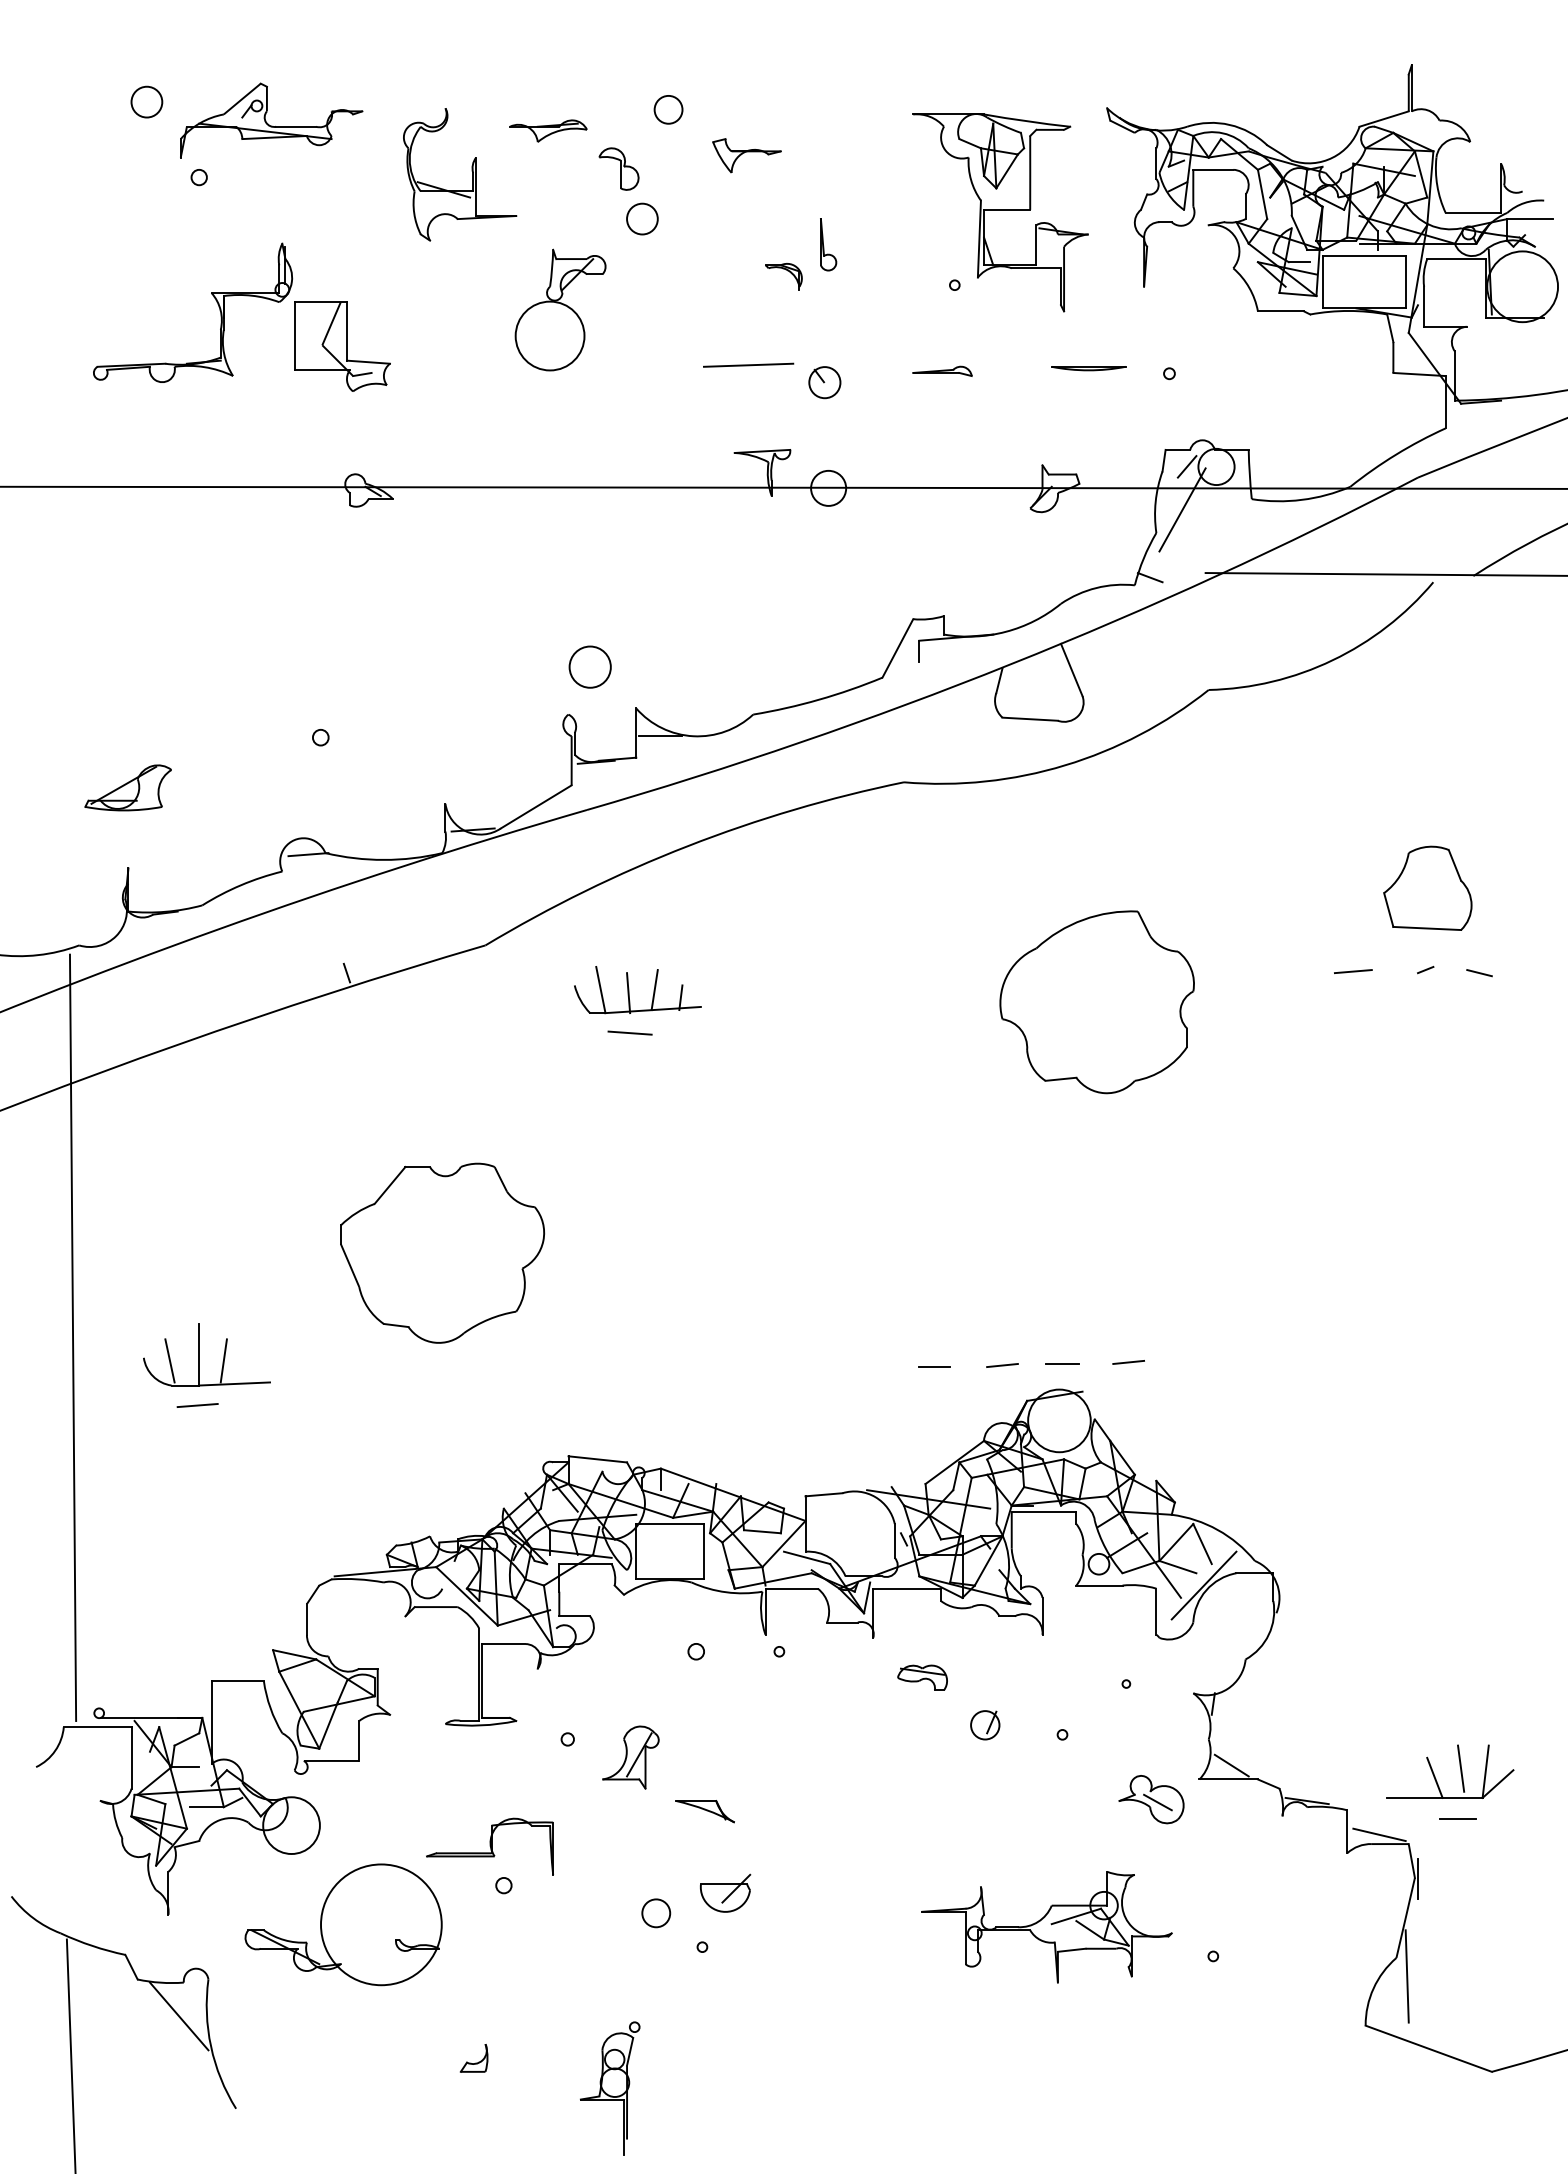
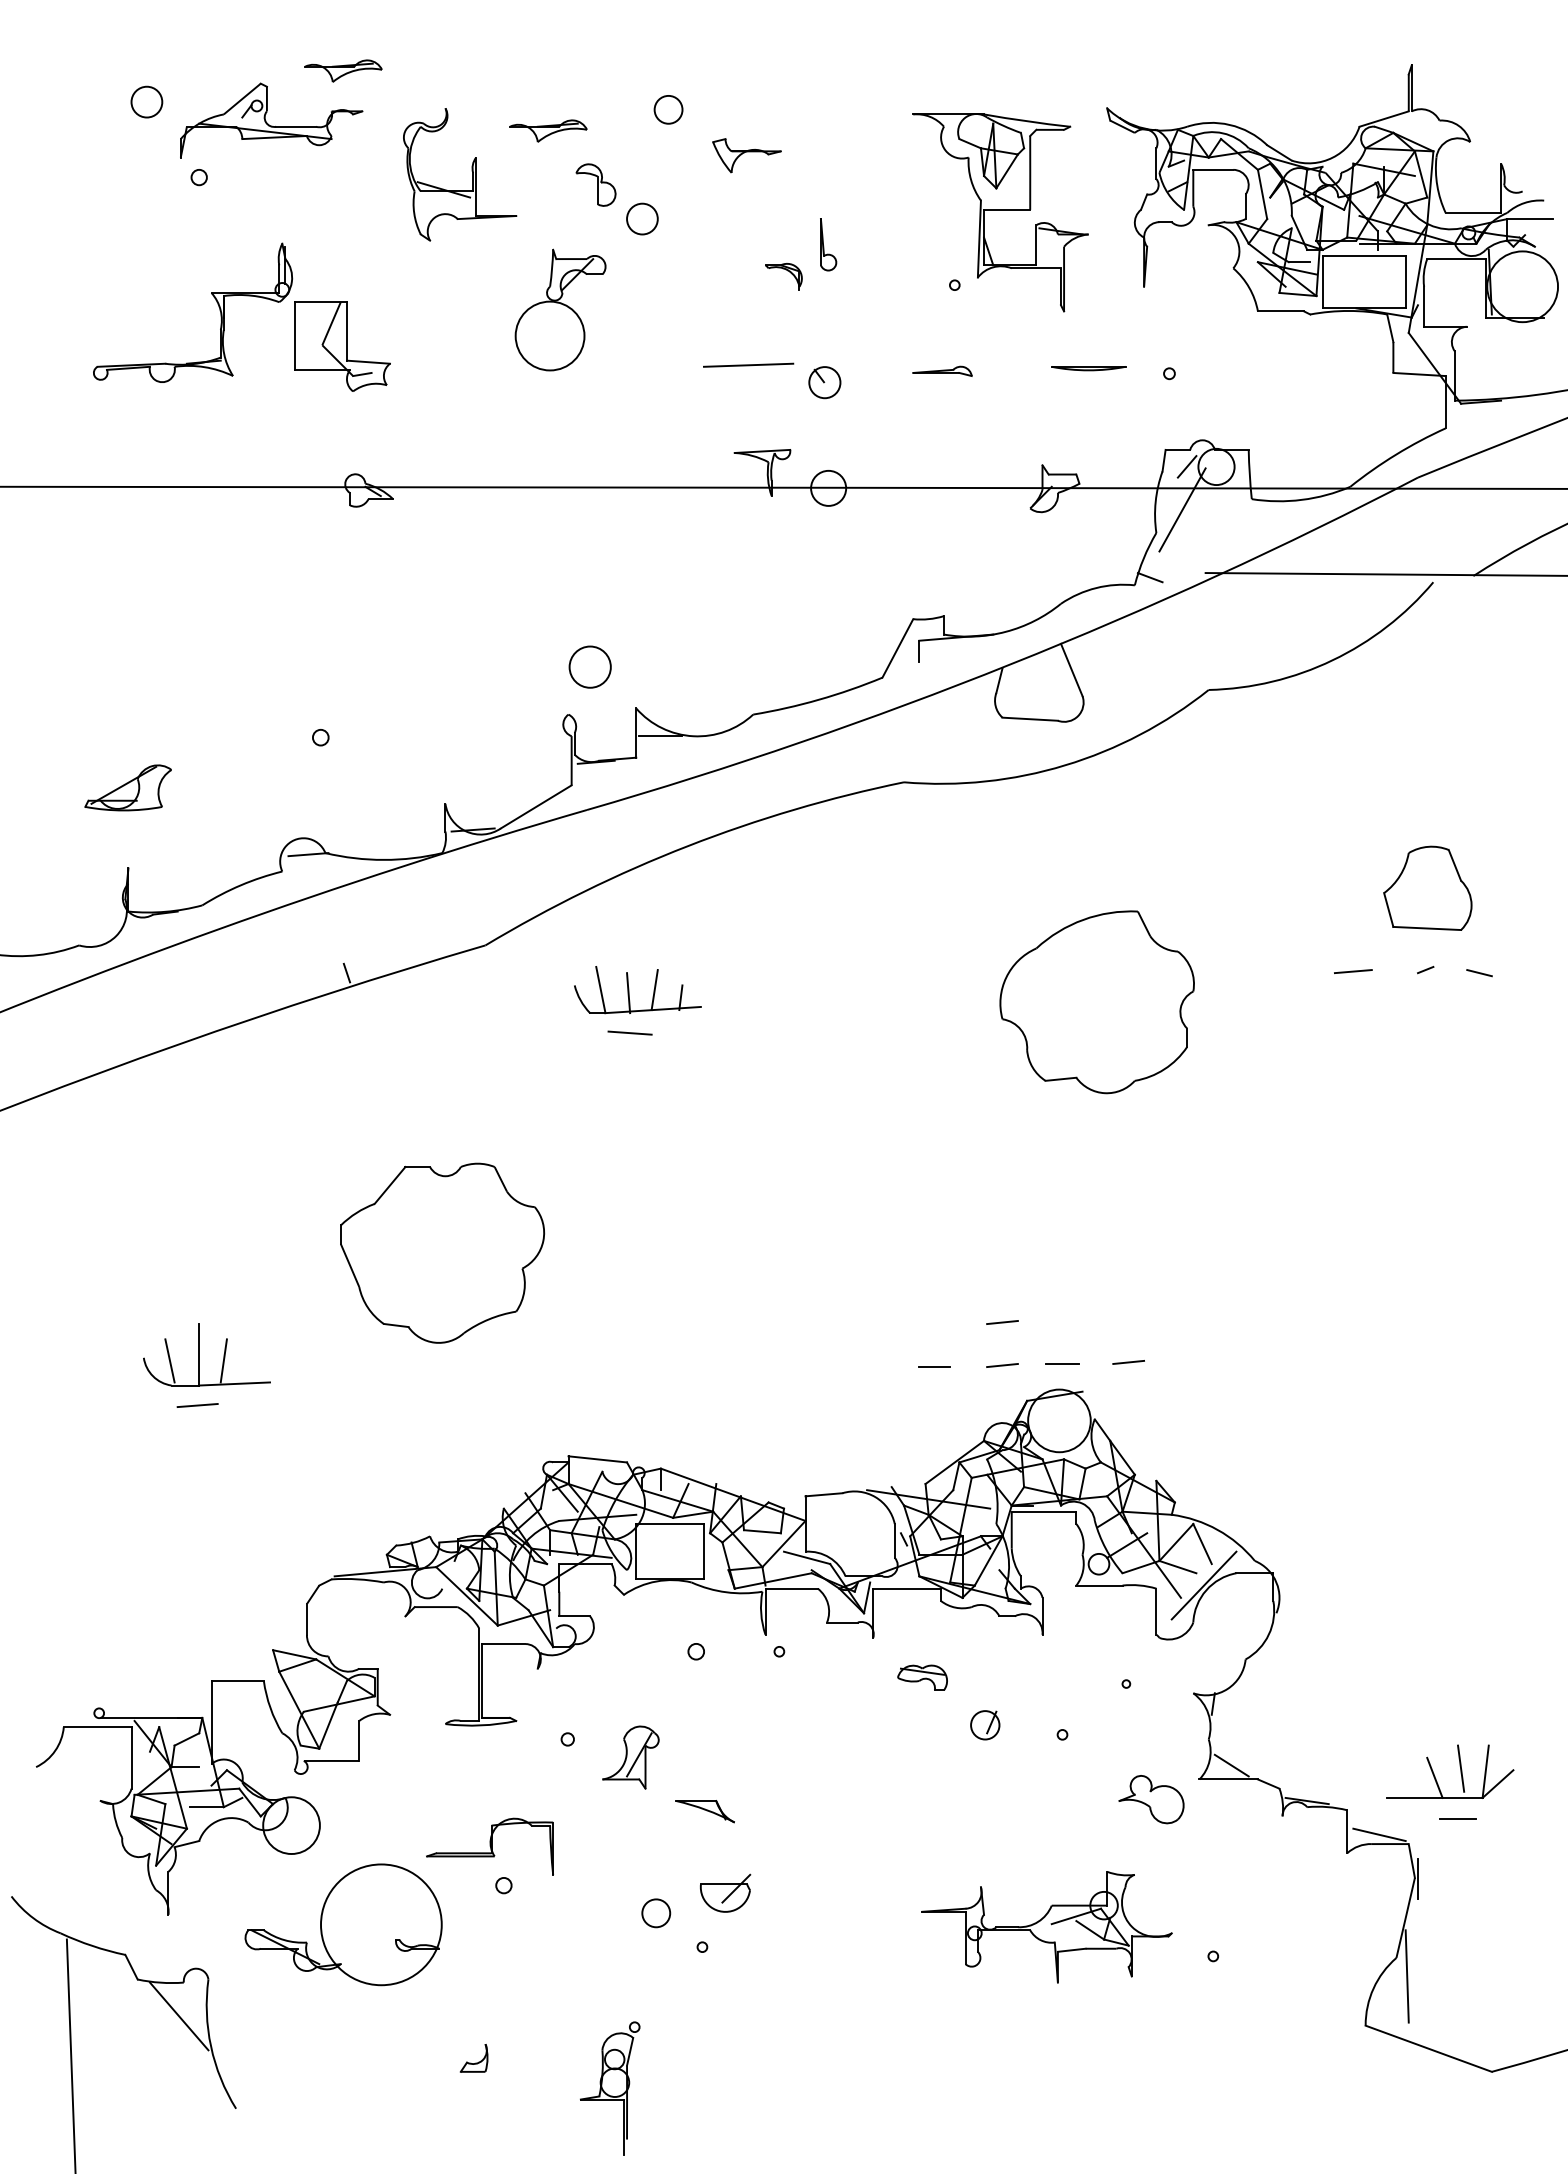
part at (343, 70): none -> present
part at (618, 168) position: (618, 168) -> (595, 184)
line at (1002, 1322): none -> present
line at (72, 1337): present -> none
line at (1157, 1802): present -> none
